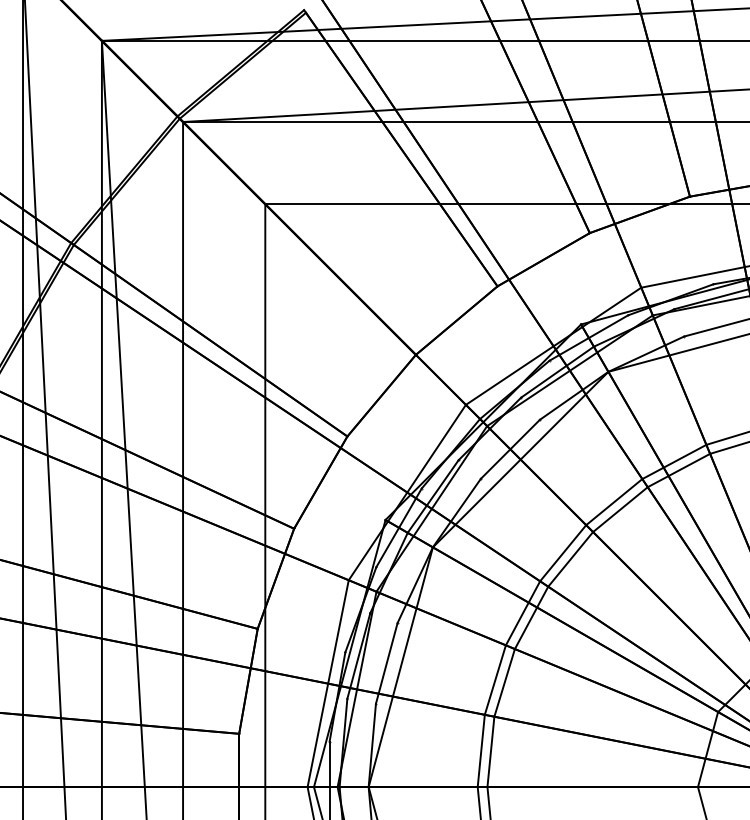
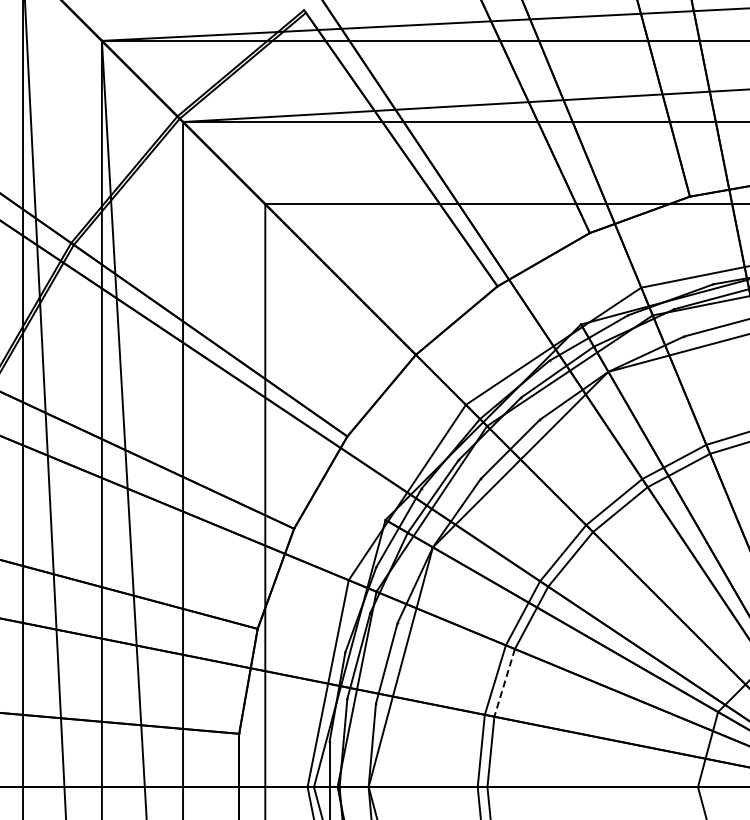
line at (504, 683): solid -> dashed
